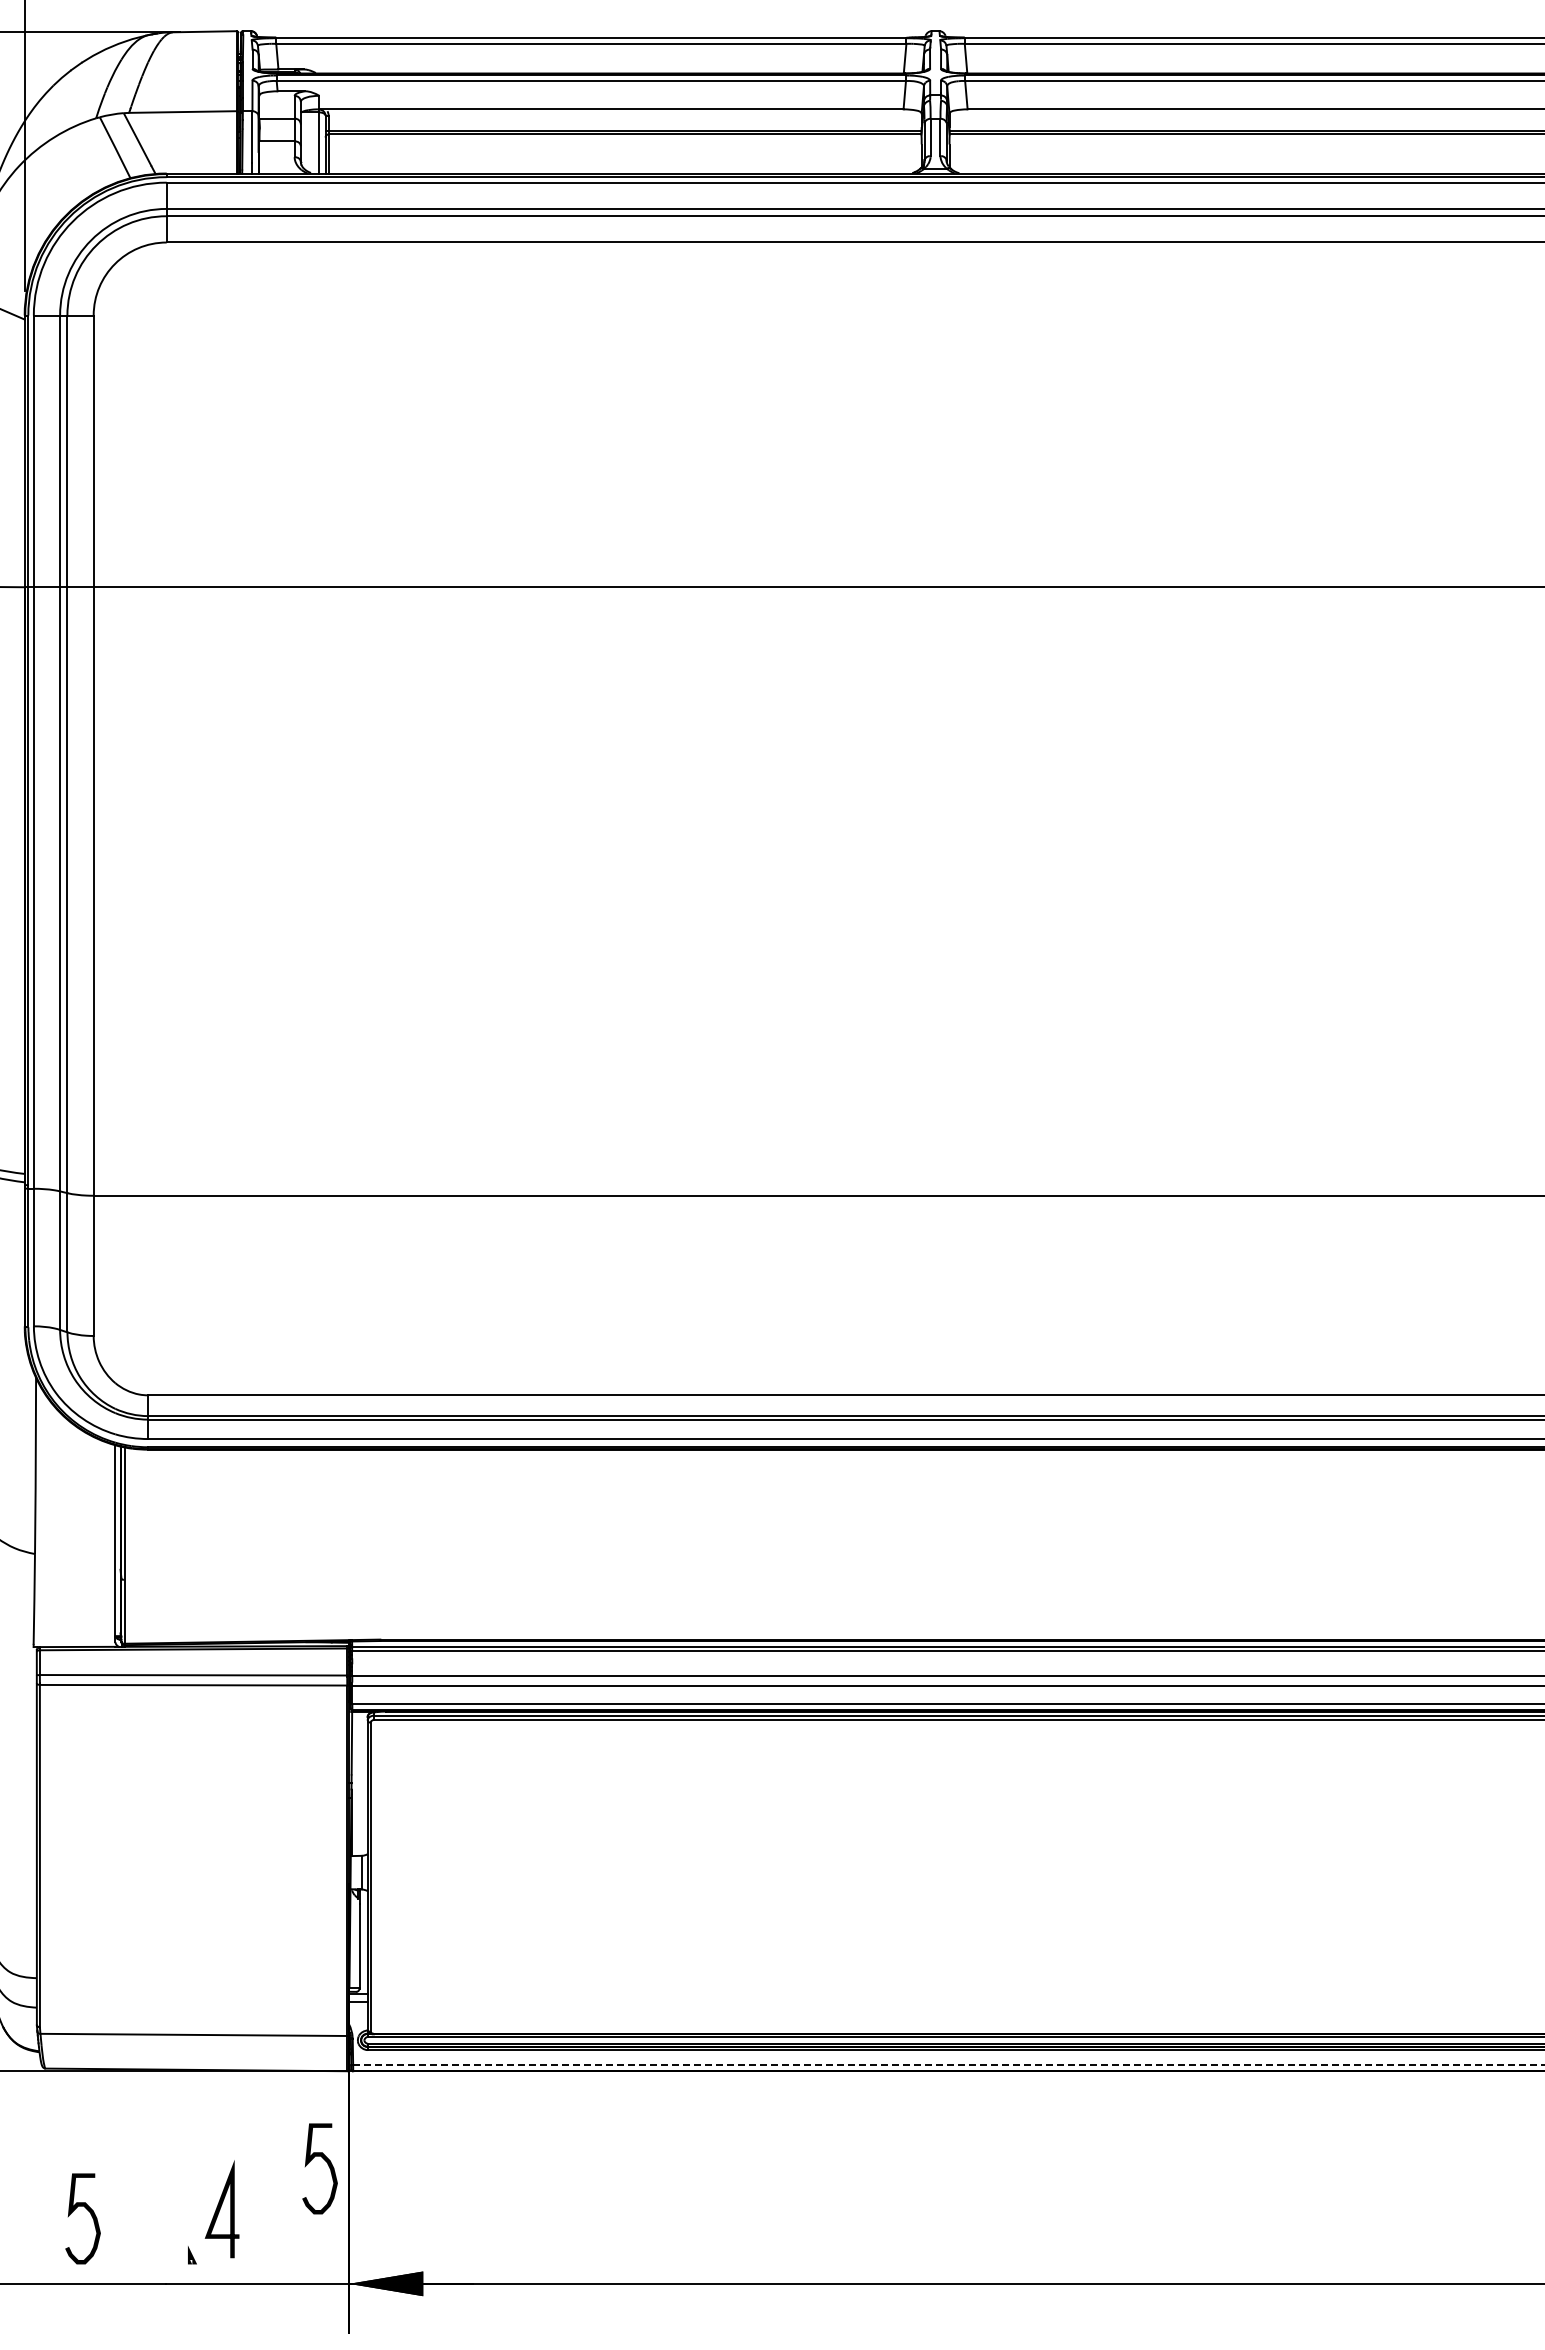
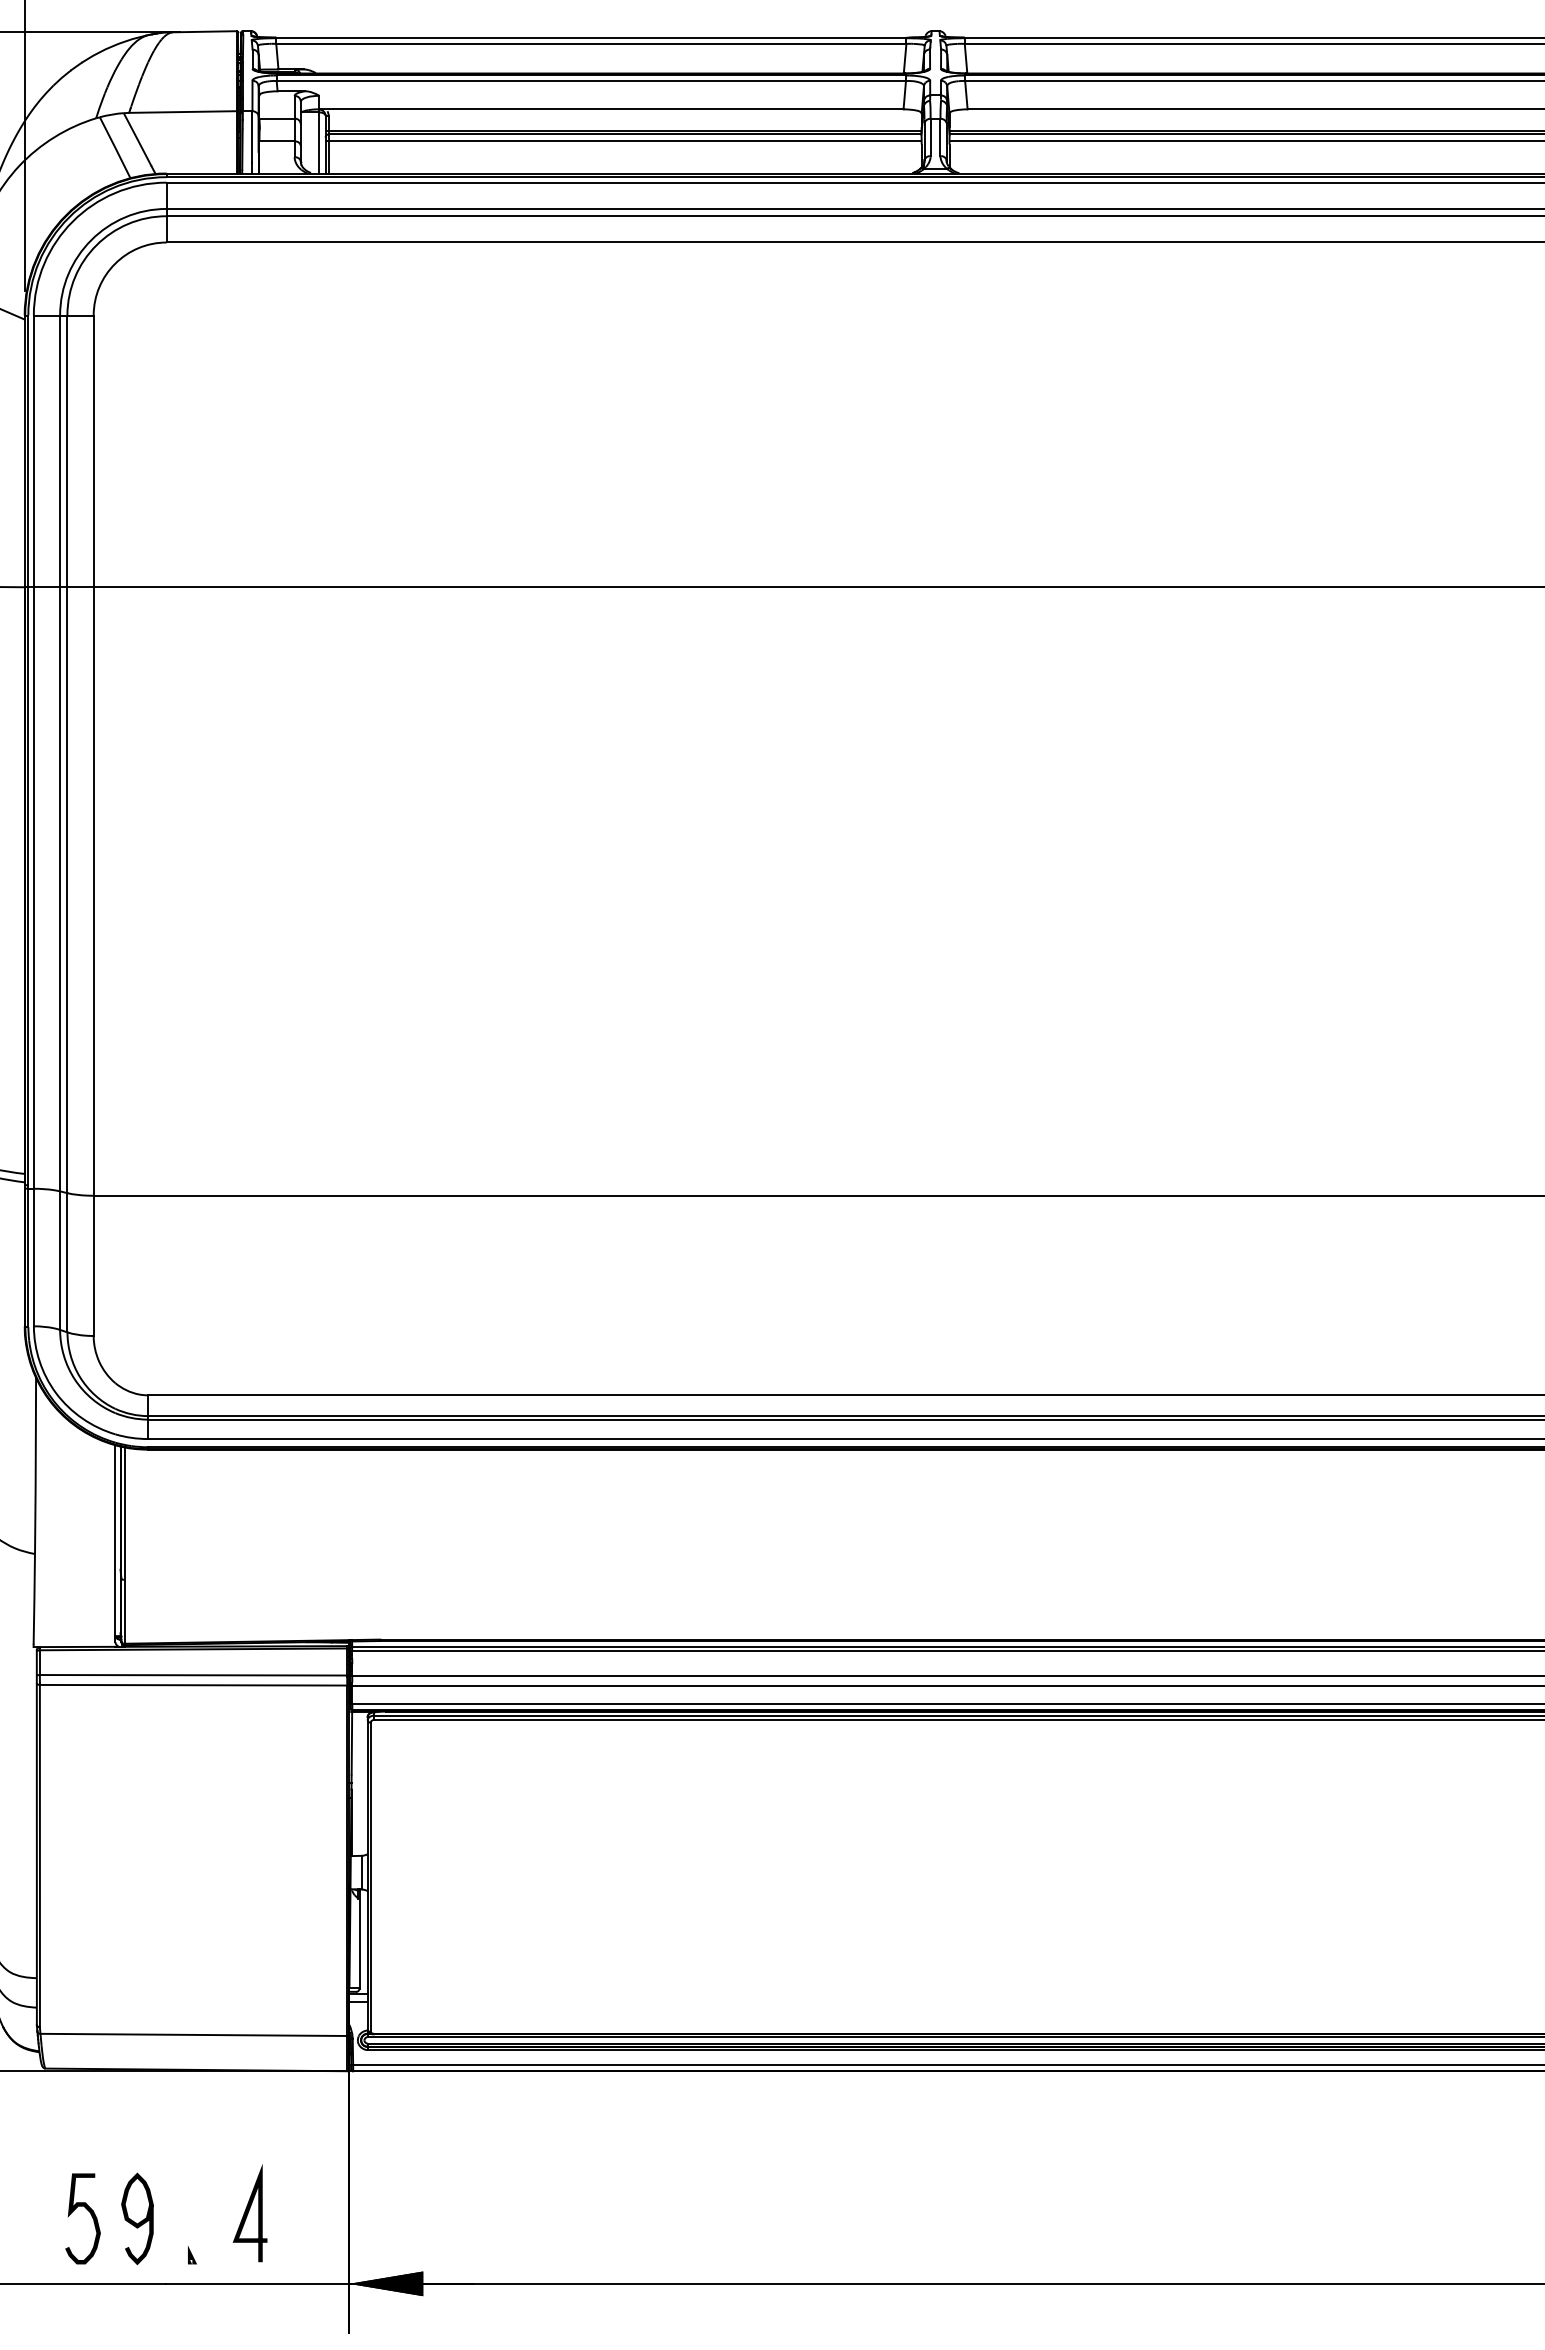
line at (623, 140): none -> present
line at (1245, 140): none -> present
line at (949, 2065): dashed -> solid
curve at (327, 2164): present -> none
line at (220, 2209) position: (220, 2209) -> (248, 2213)
curve at (136, 2222): none -> present
